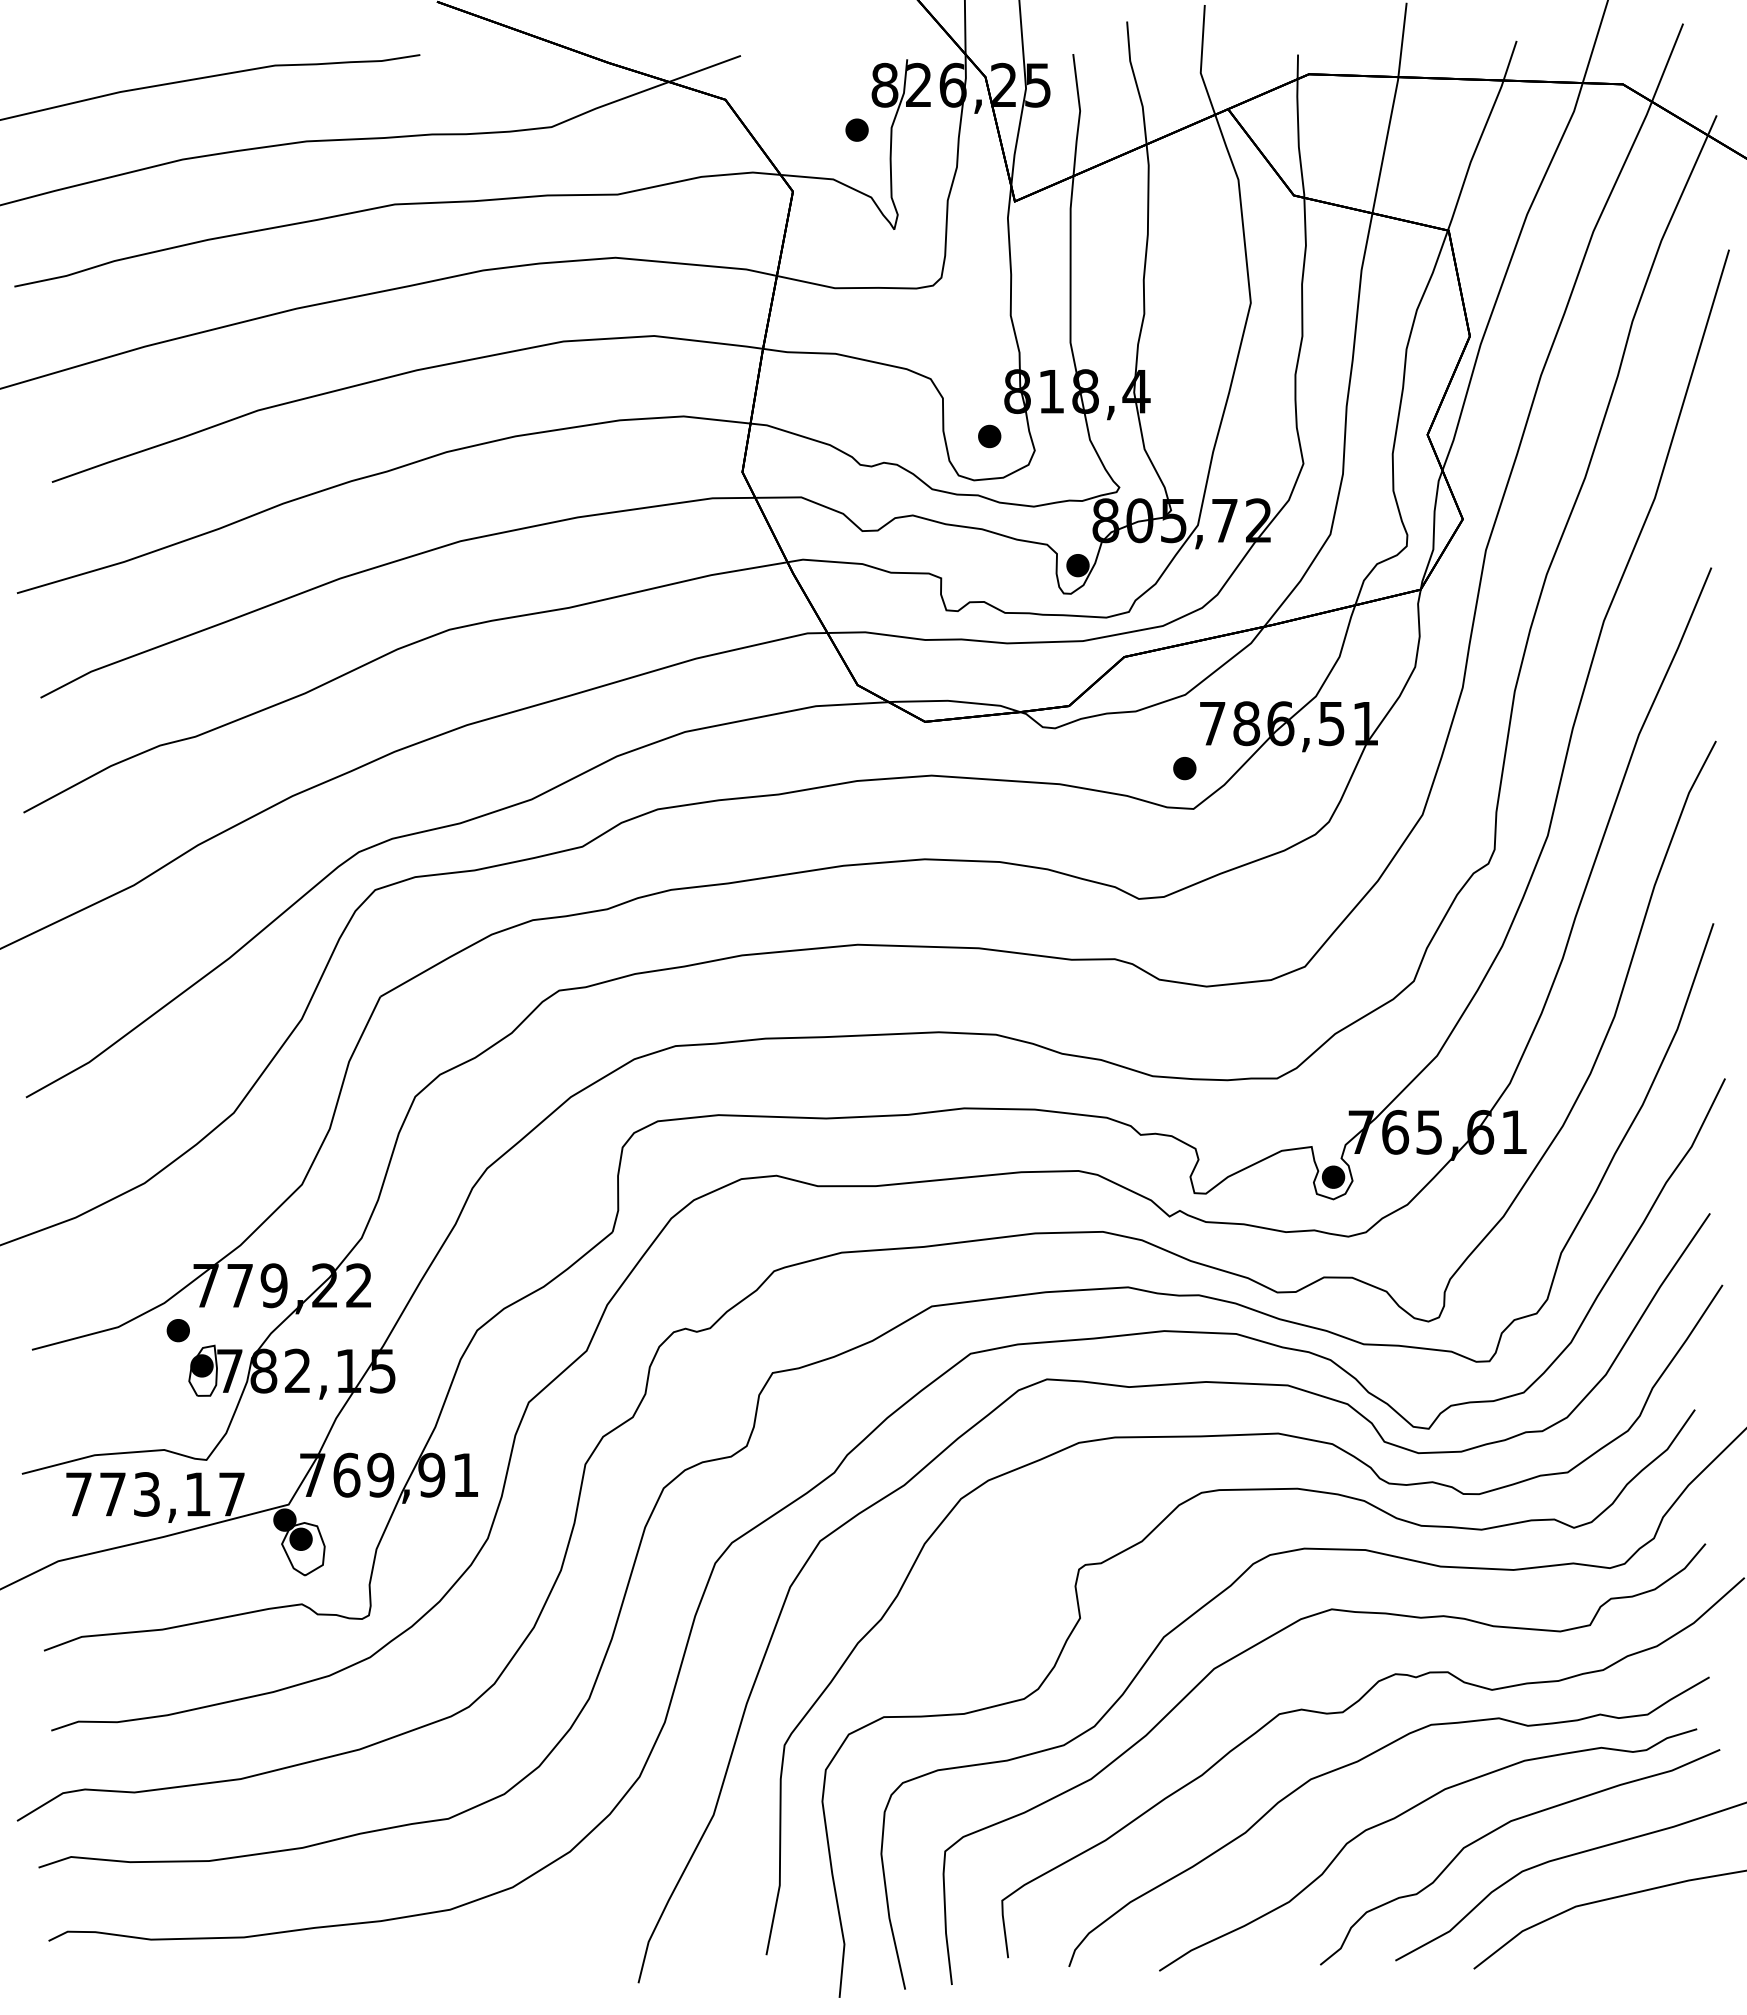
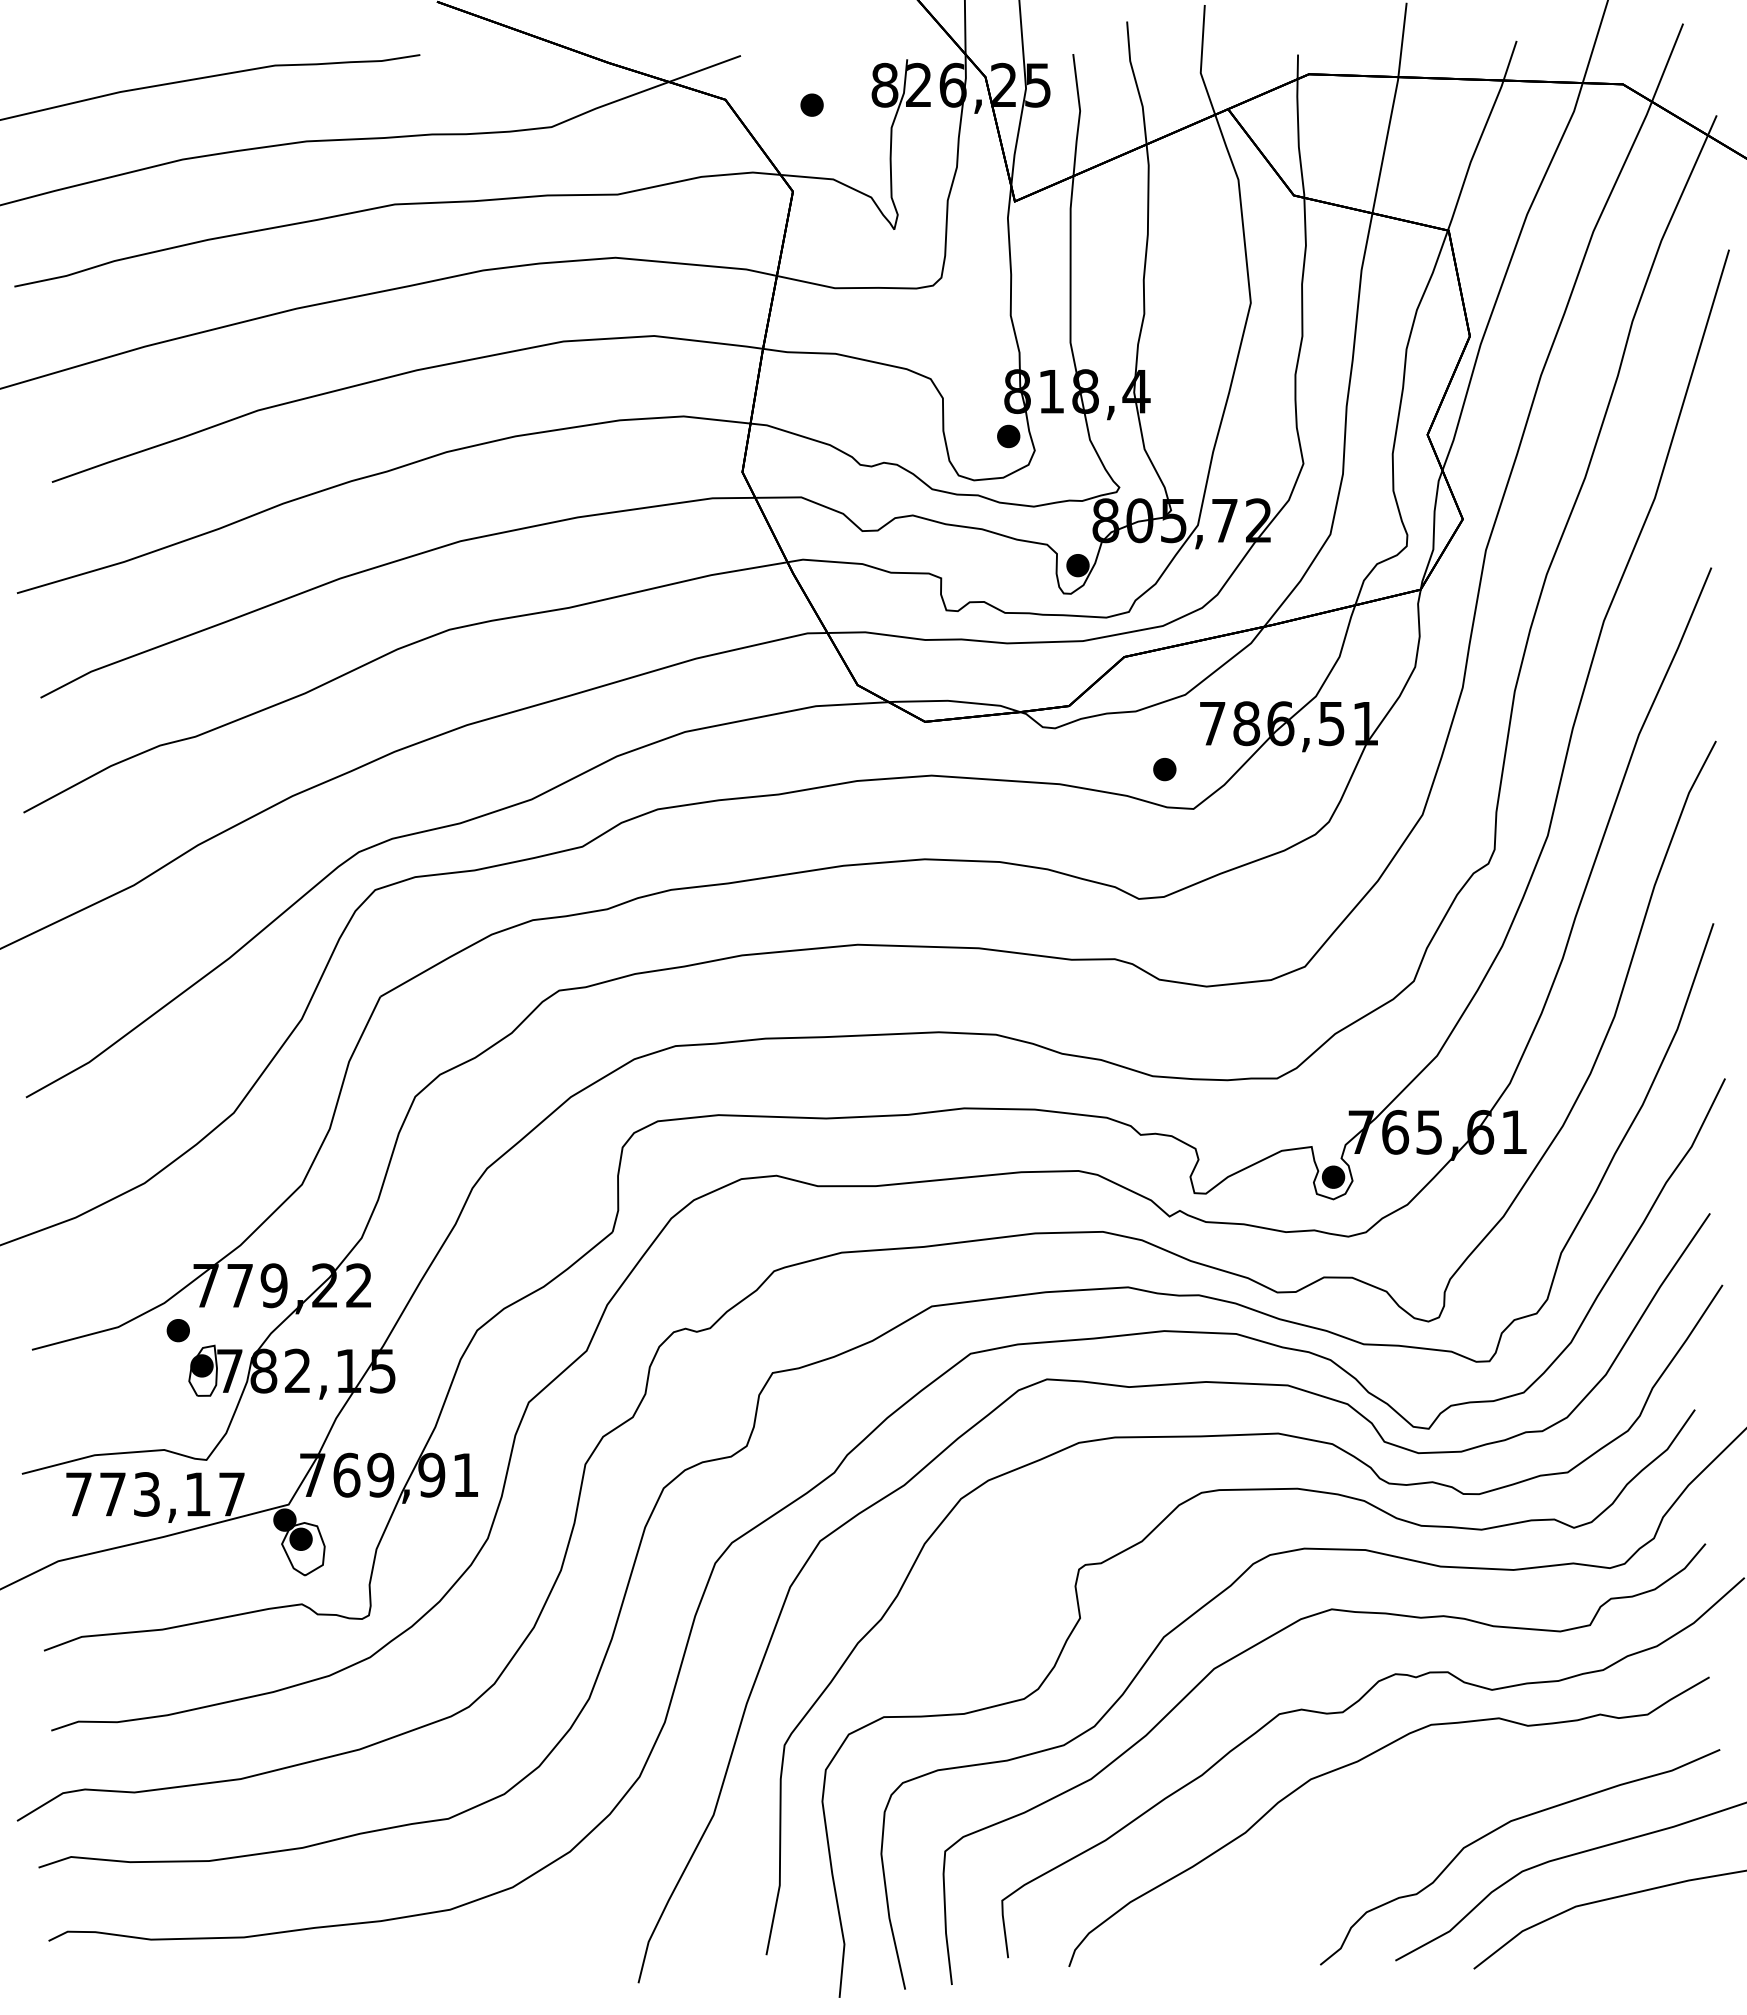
part at (856, 129) position: (856, 129) -> (811, 104)
part at (989, 436) position: (989, 436) -> (1008, 436)
part at (1184, 768) position: (1184, 768) -> (1164, 769)
part at (1408, 1811): present -> none
